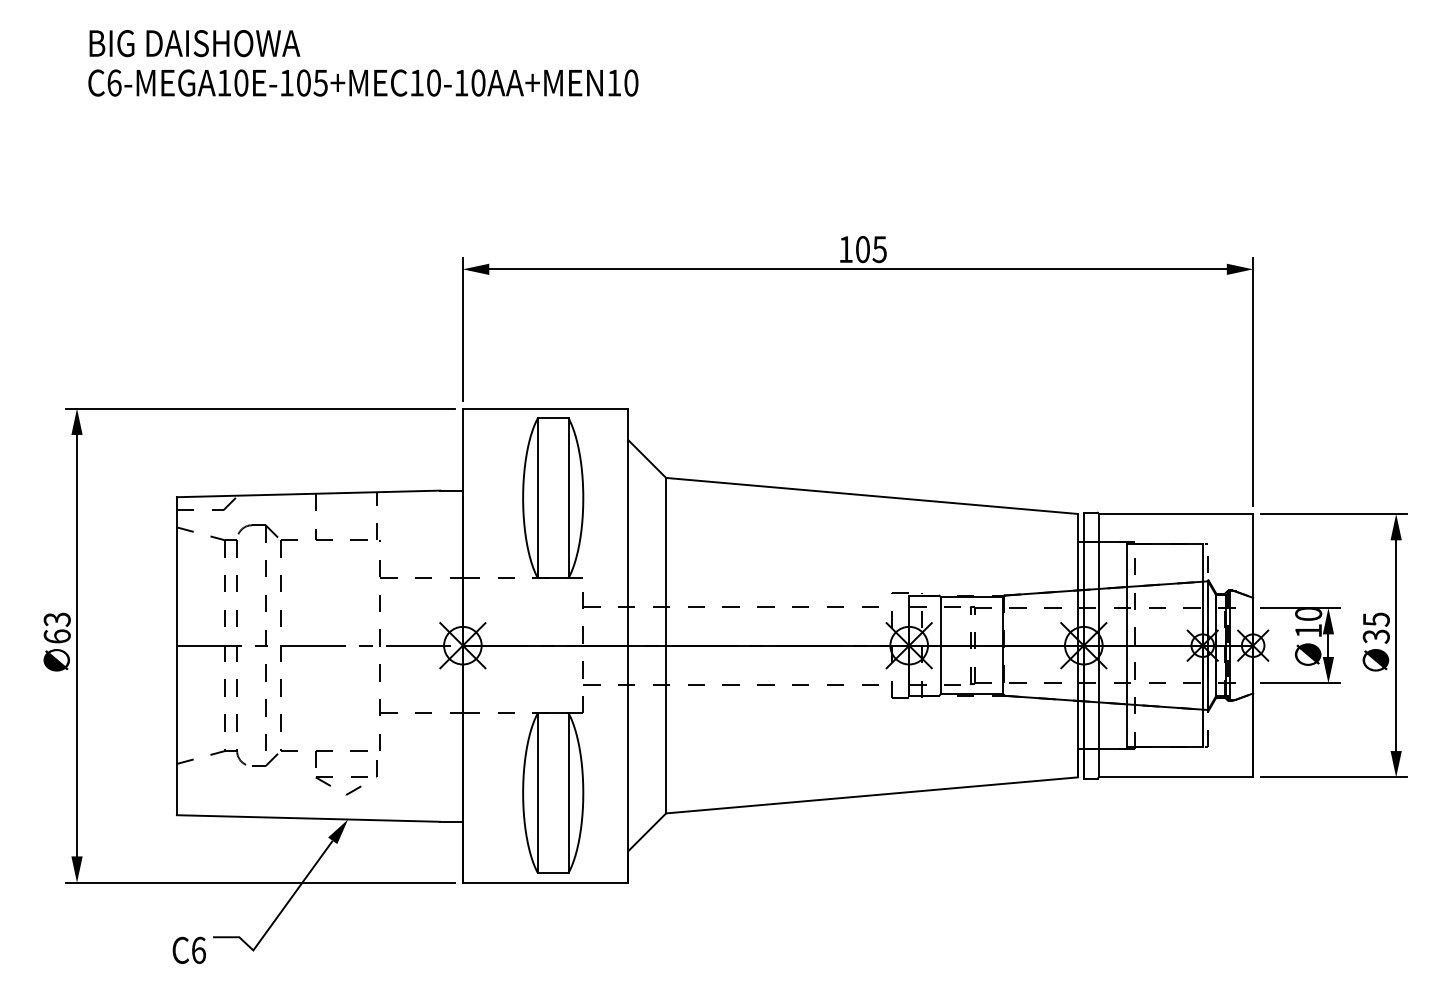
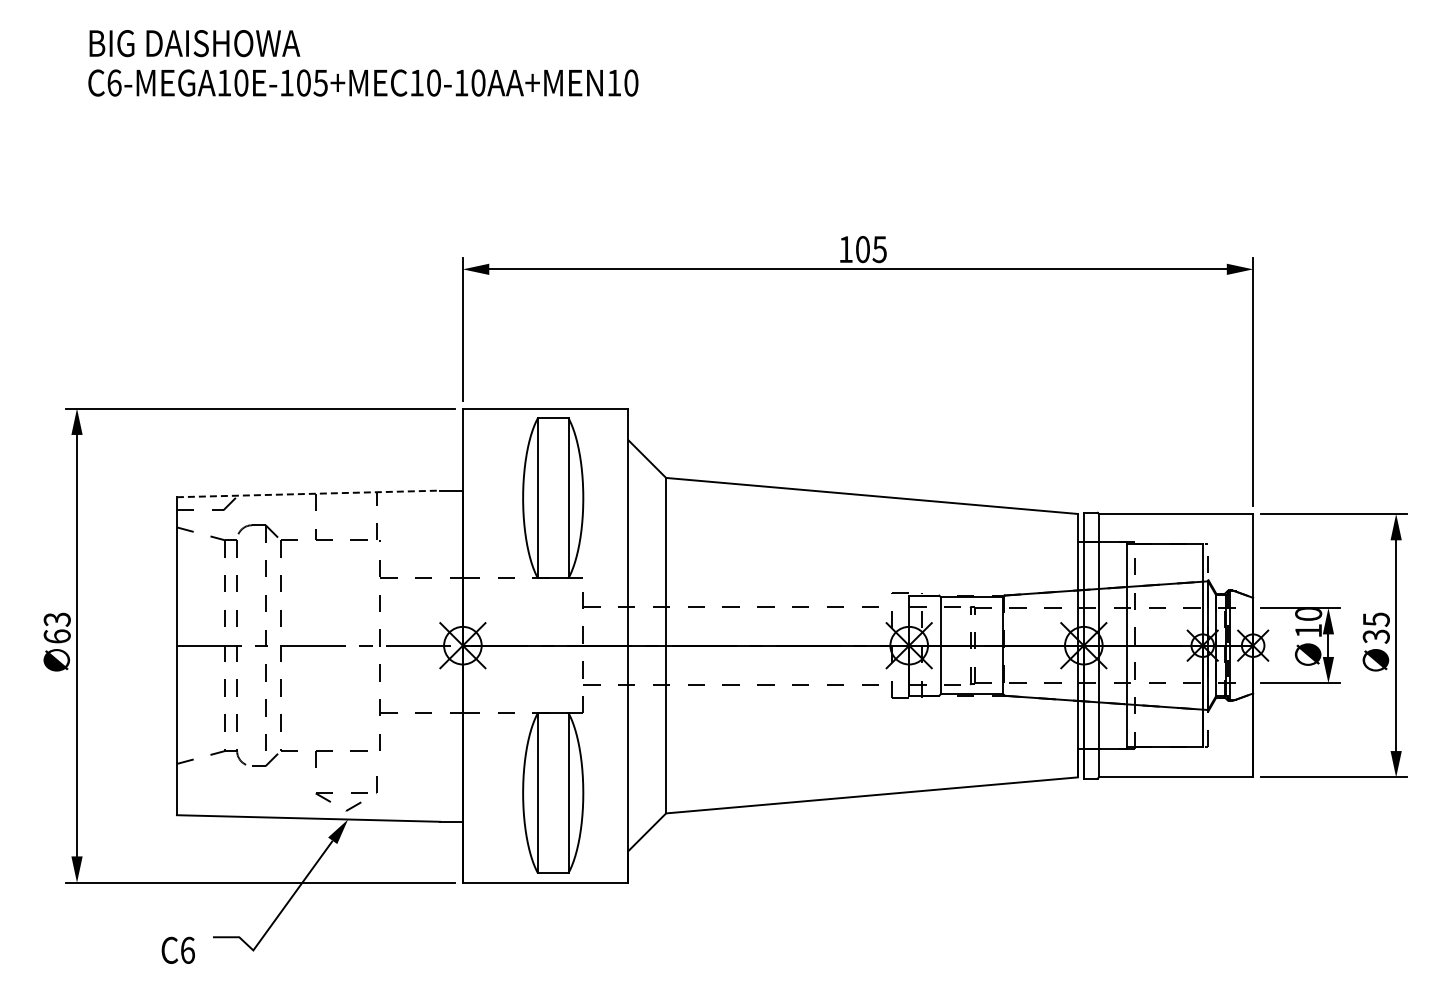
line at (308, 493): solid -> dashed
part at (346, 777) position: (346, 777) -> (346, 793)
text at (188, 949) position: (188, 949) -> (177, 949)
